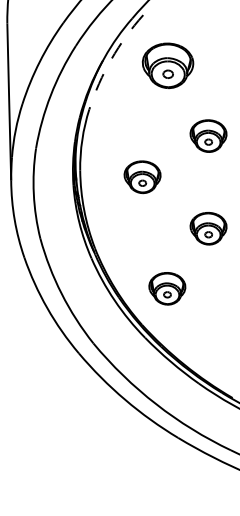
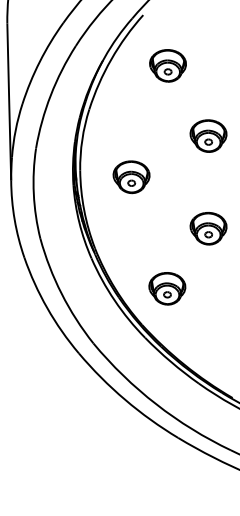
arc at (111, 59): dashed -> solid
part at (167, 65) size: 54x48 px -> 38x34 px
part at (142, 177) position: (142, 177) -> (131, 177)
